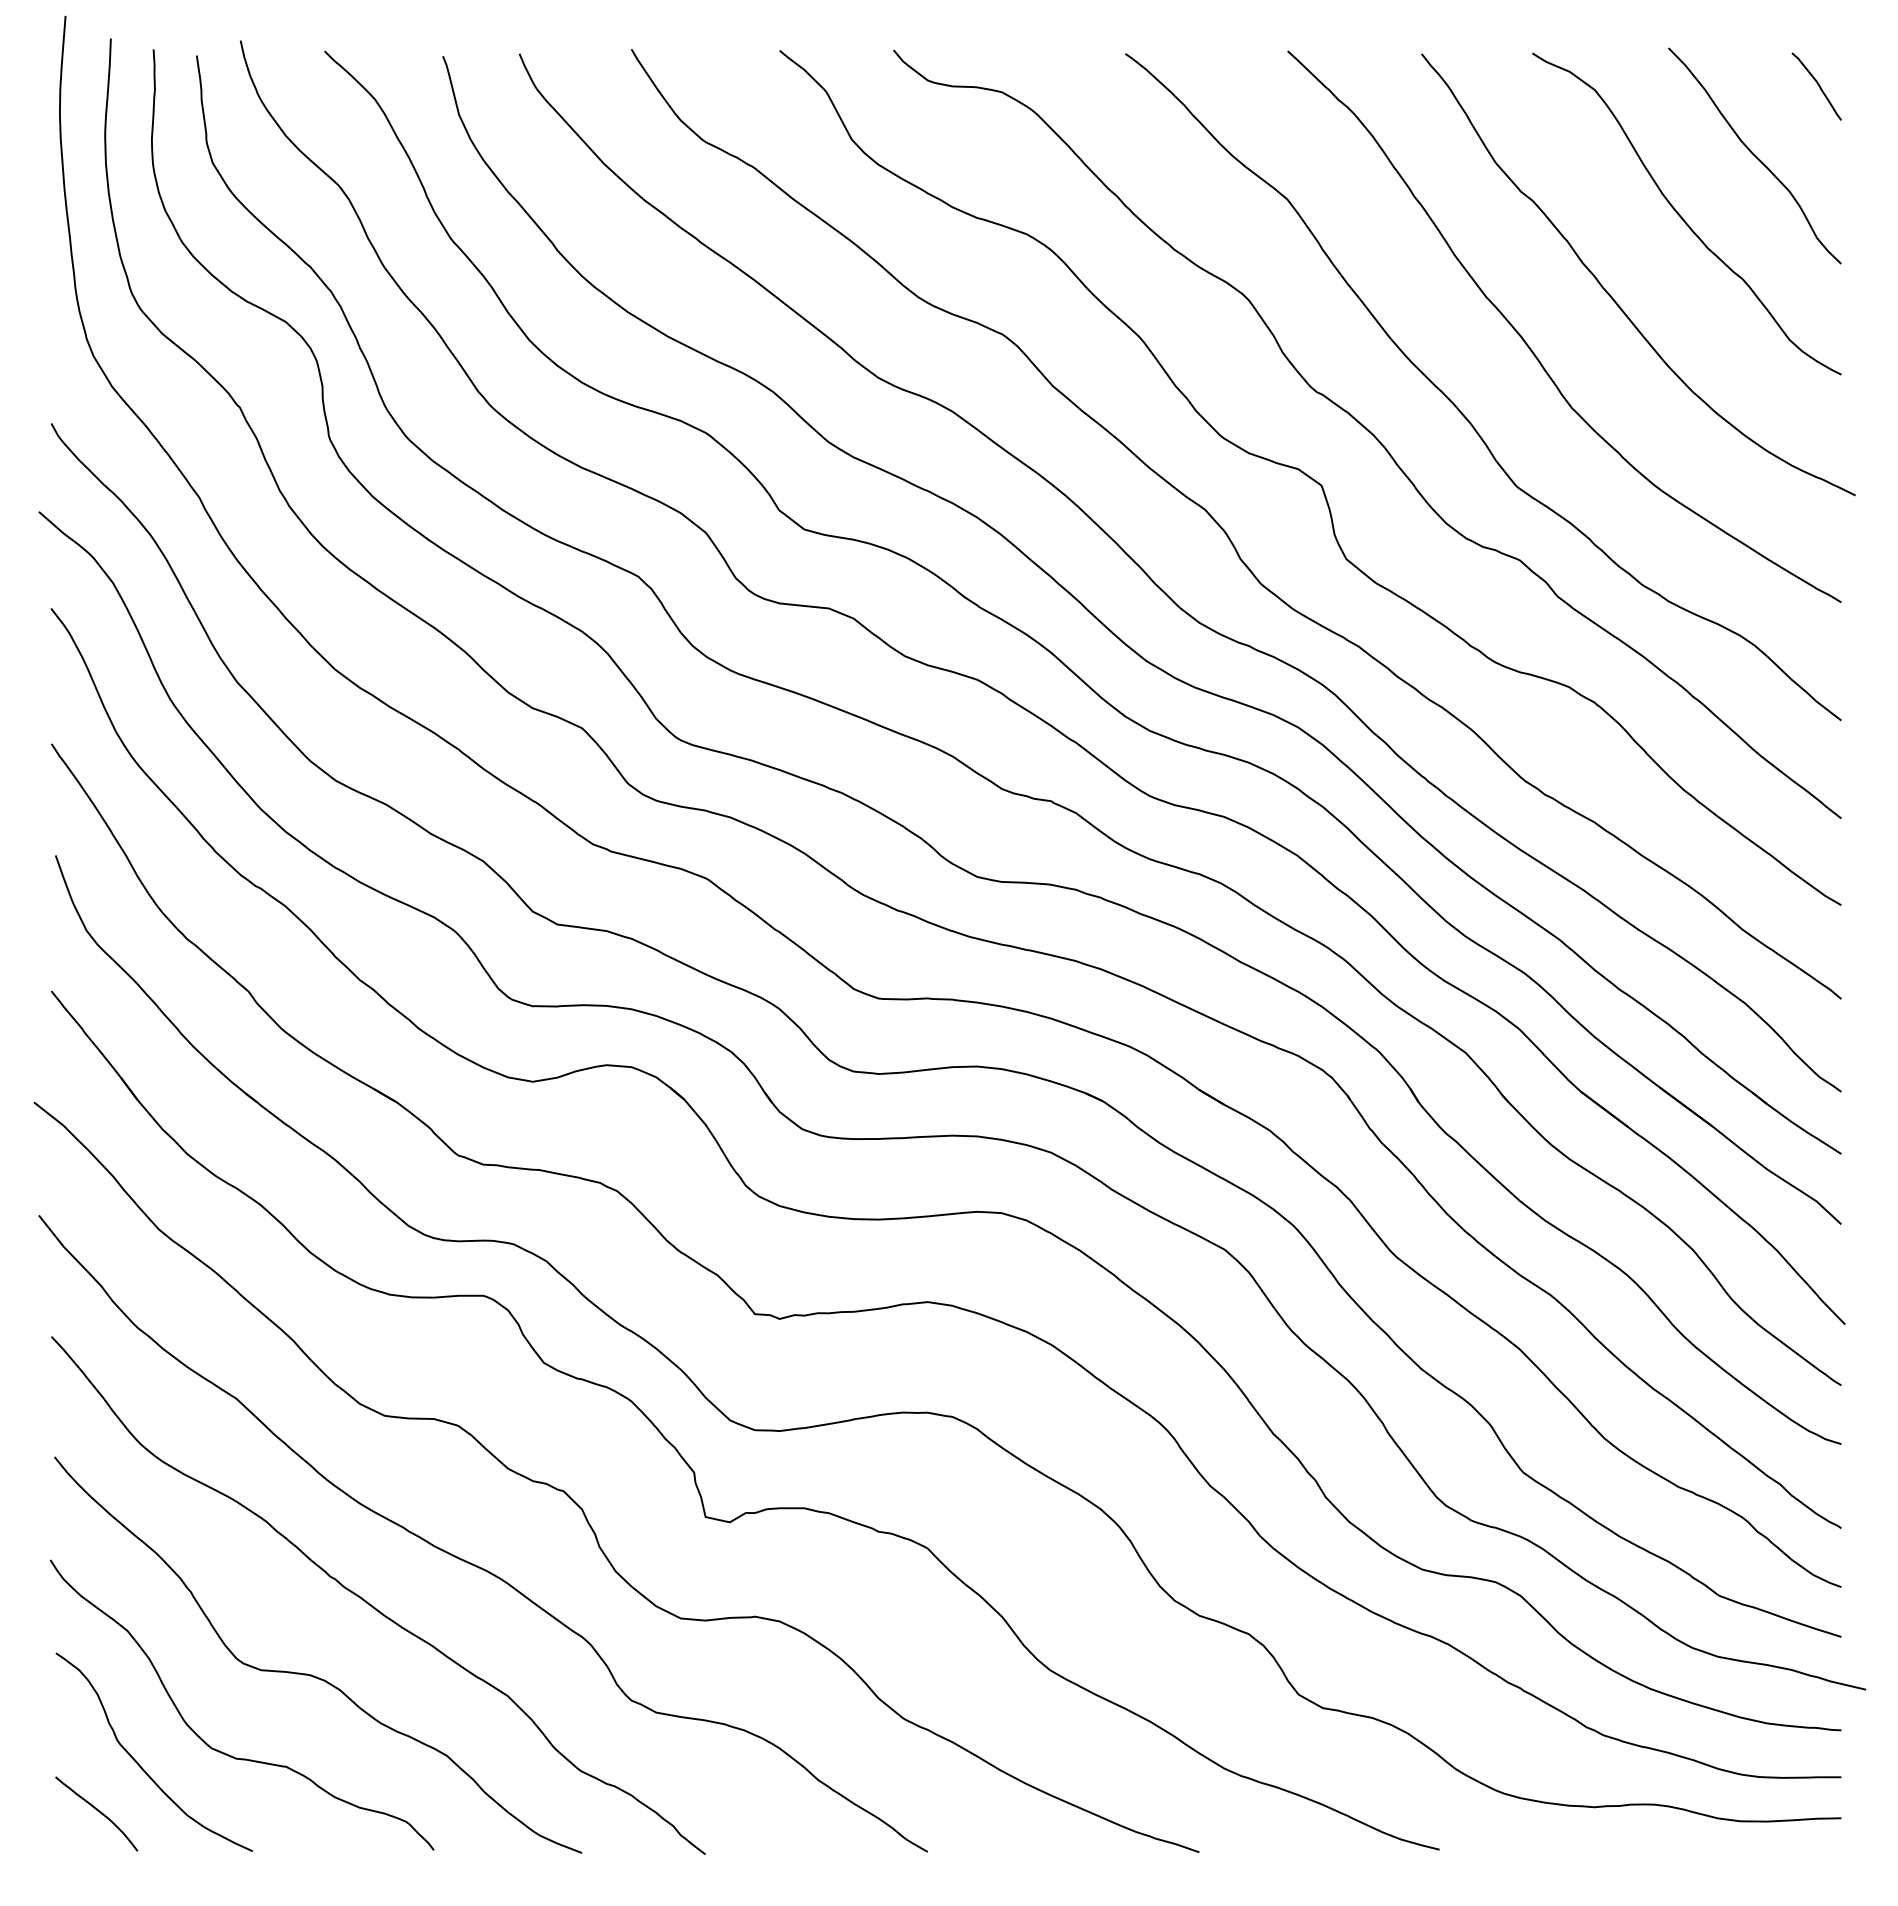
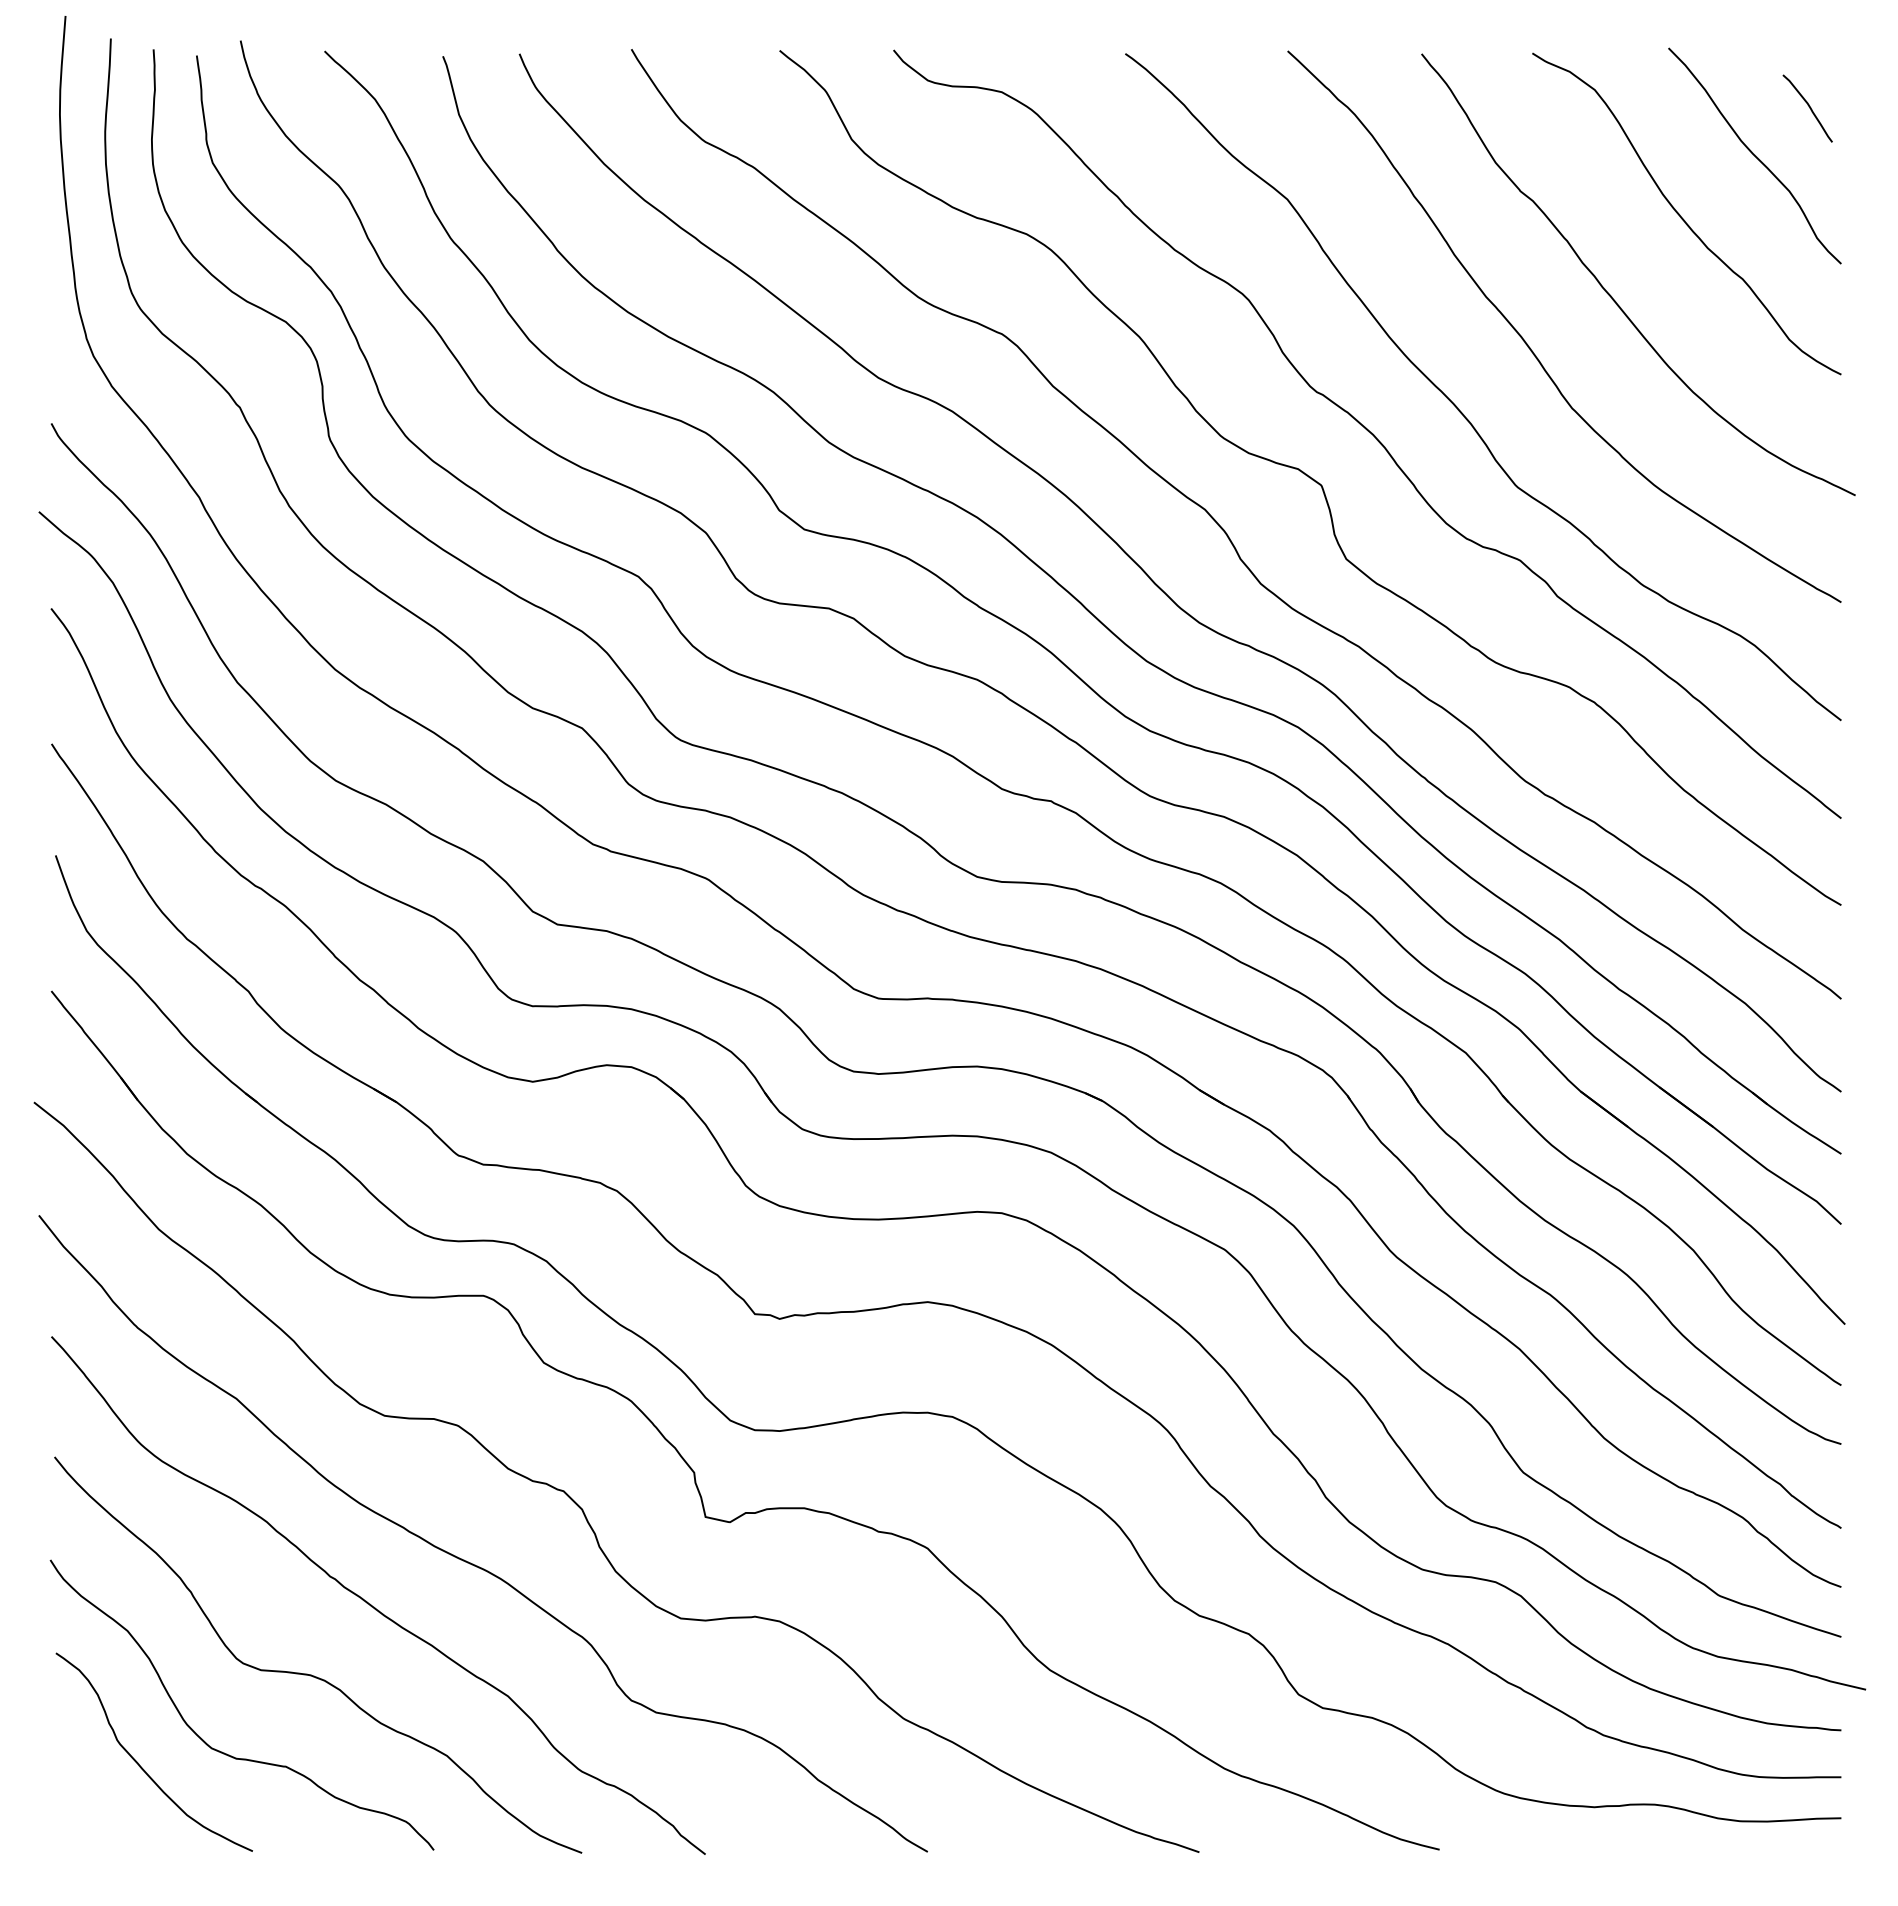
curve at (1818, 86) position: (1818, 86) -> (1809, 108)
curve at (97, 1811): present -> none
